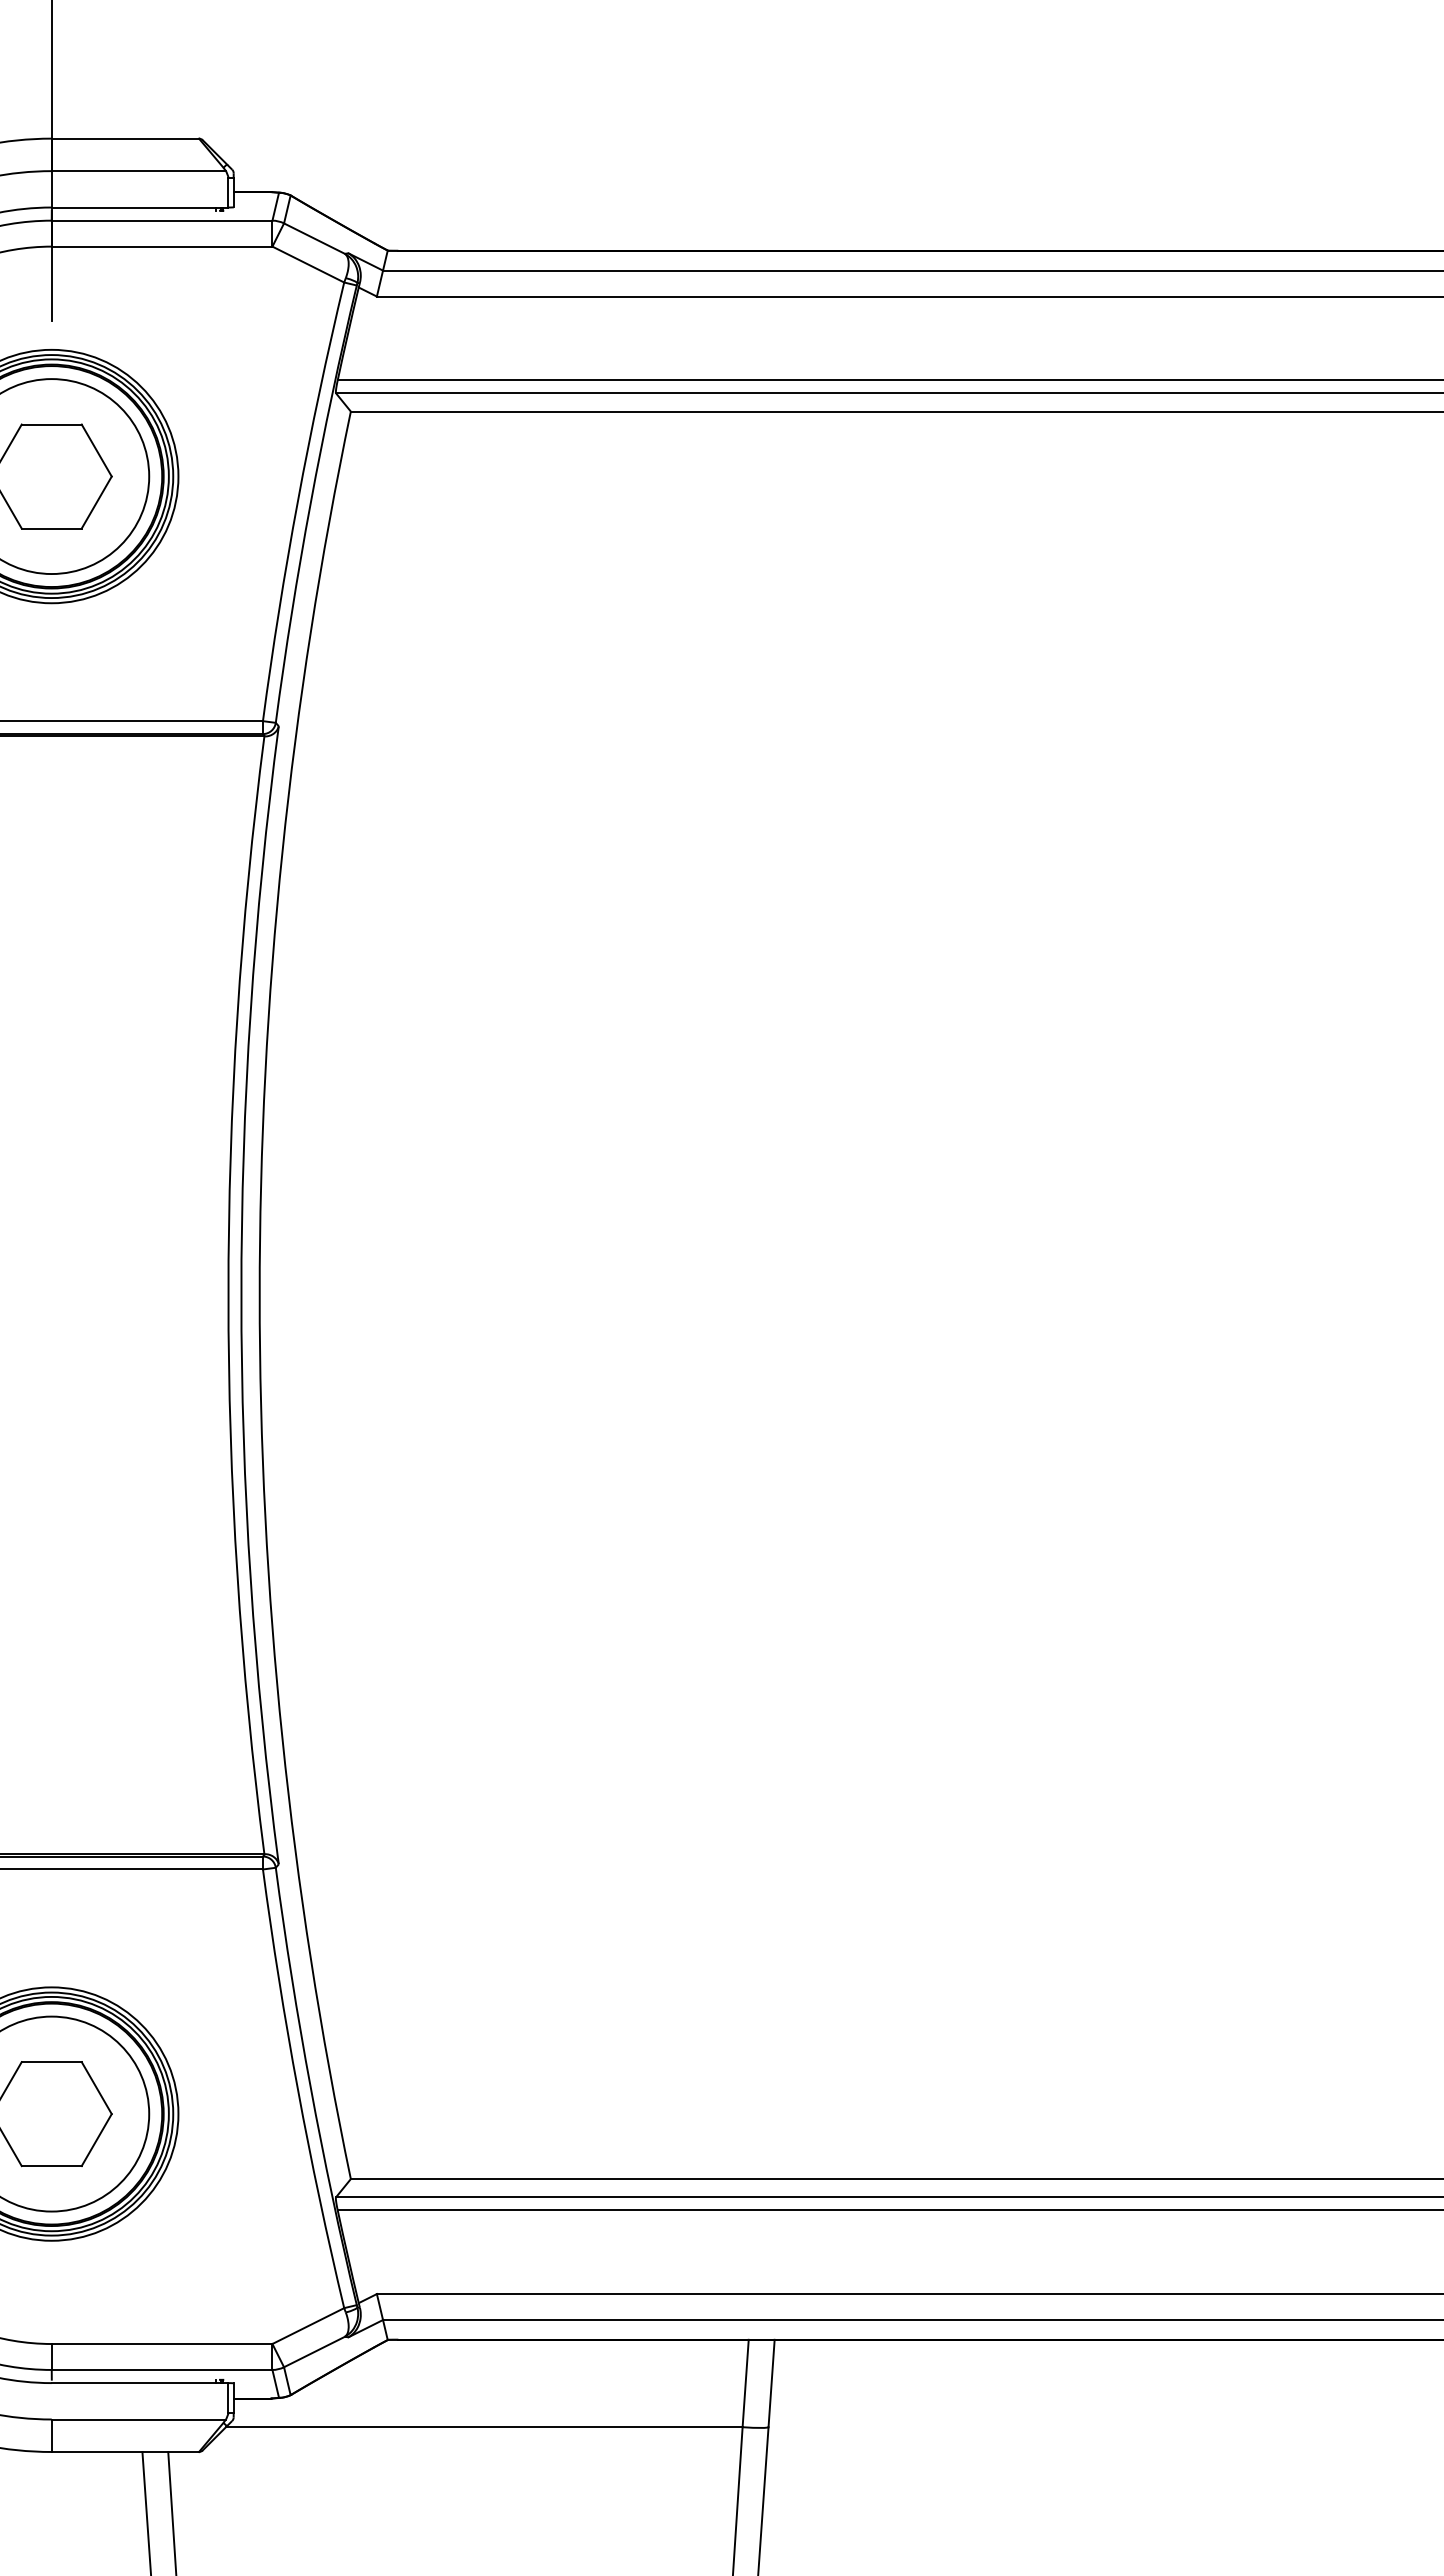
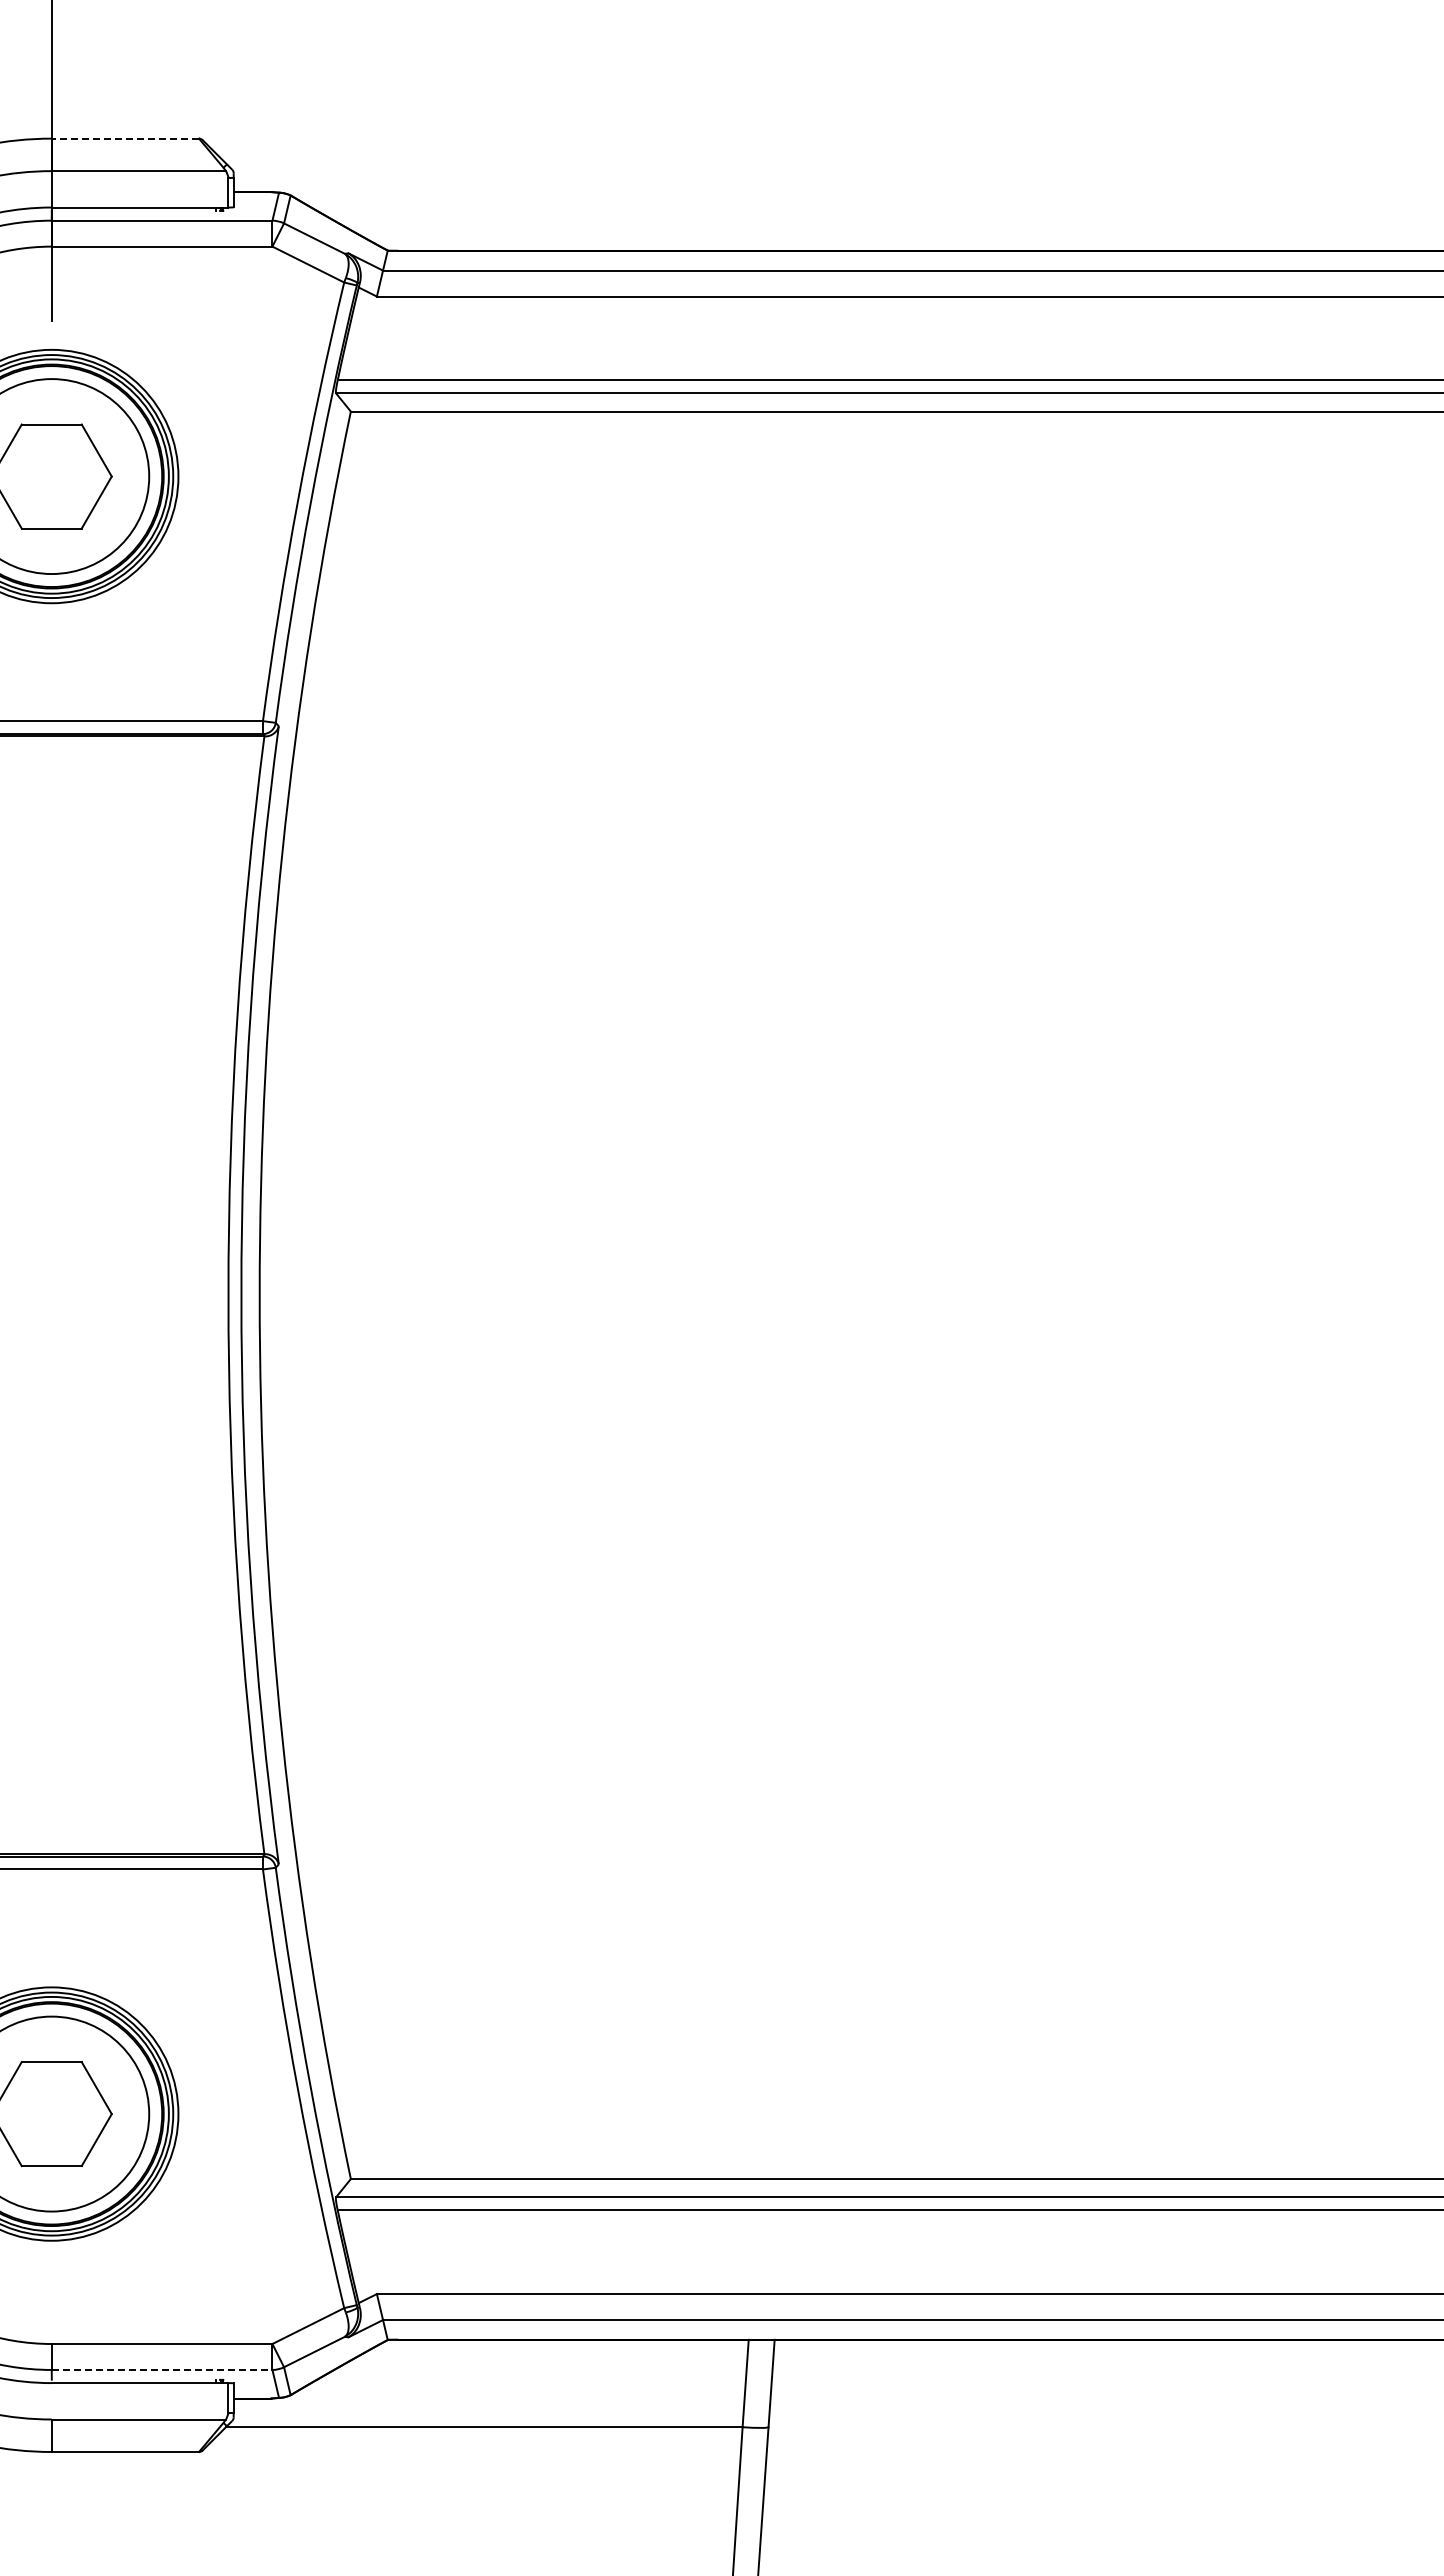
line at (125, 138): solid -> dashed
line at (162, 2369): solid -> dashed
line at (146, 2511): present -> none
line at (172, 2511): present -> none
